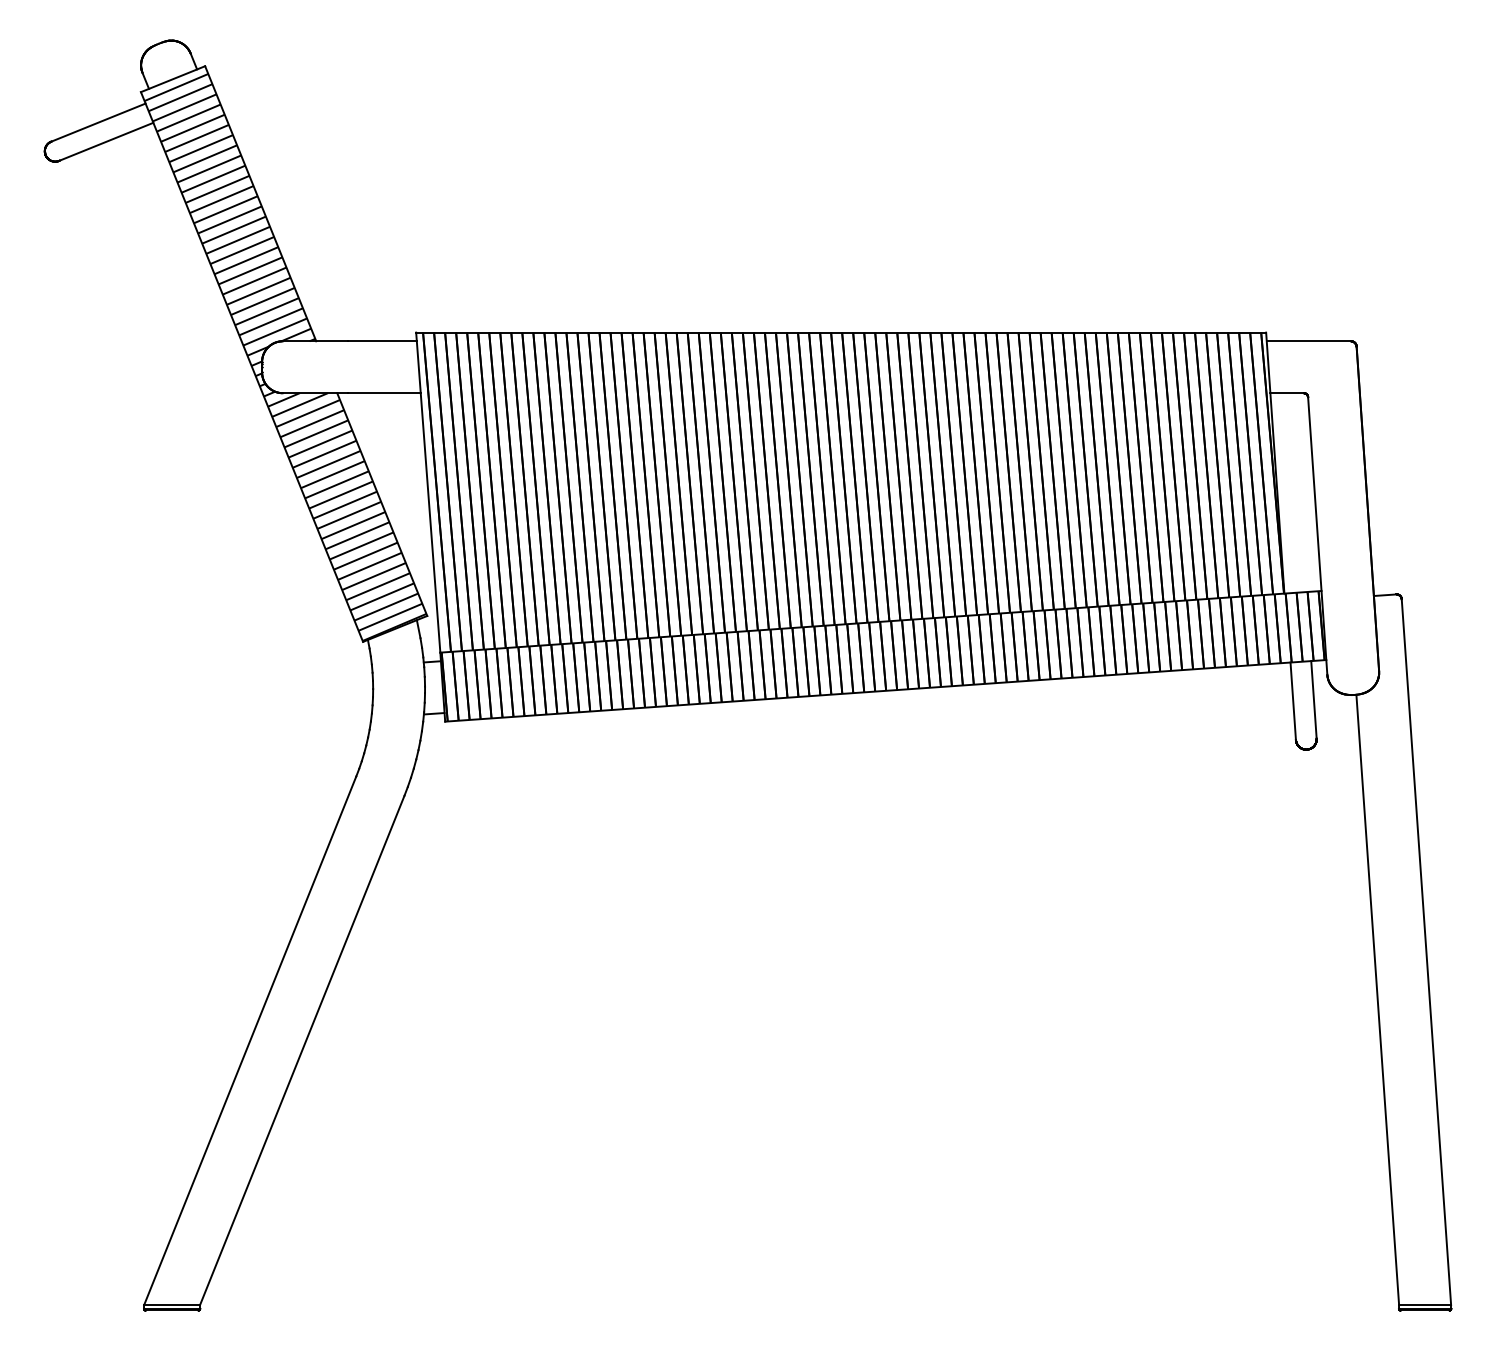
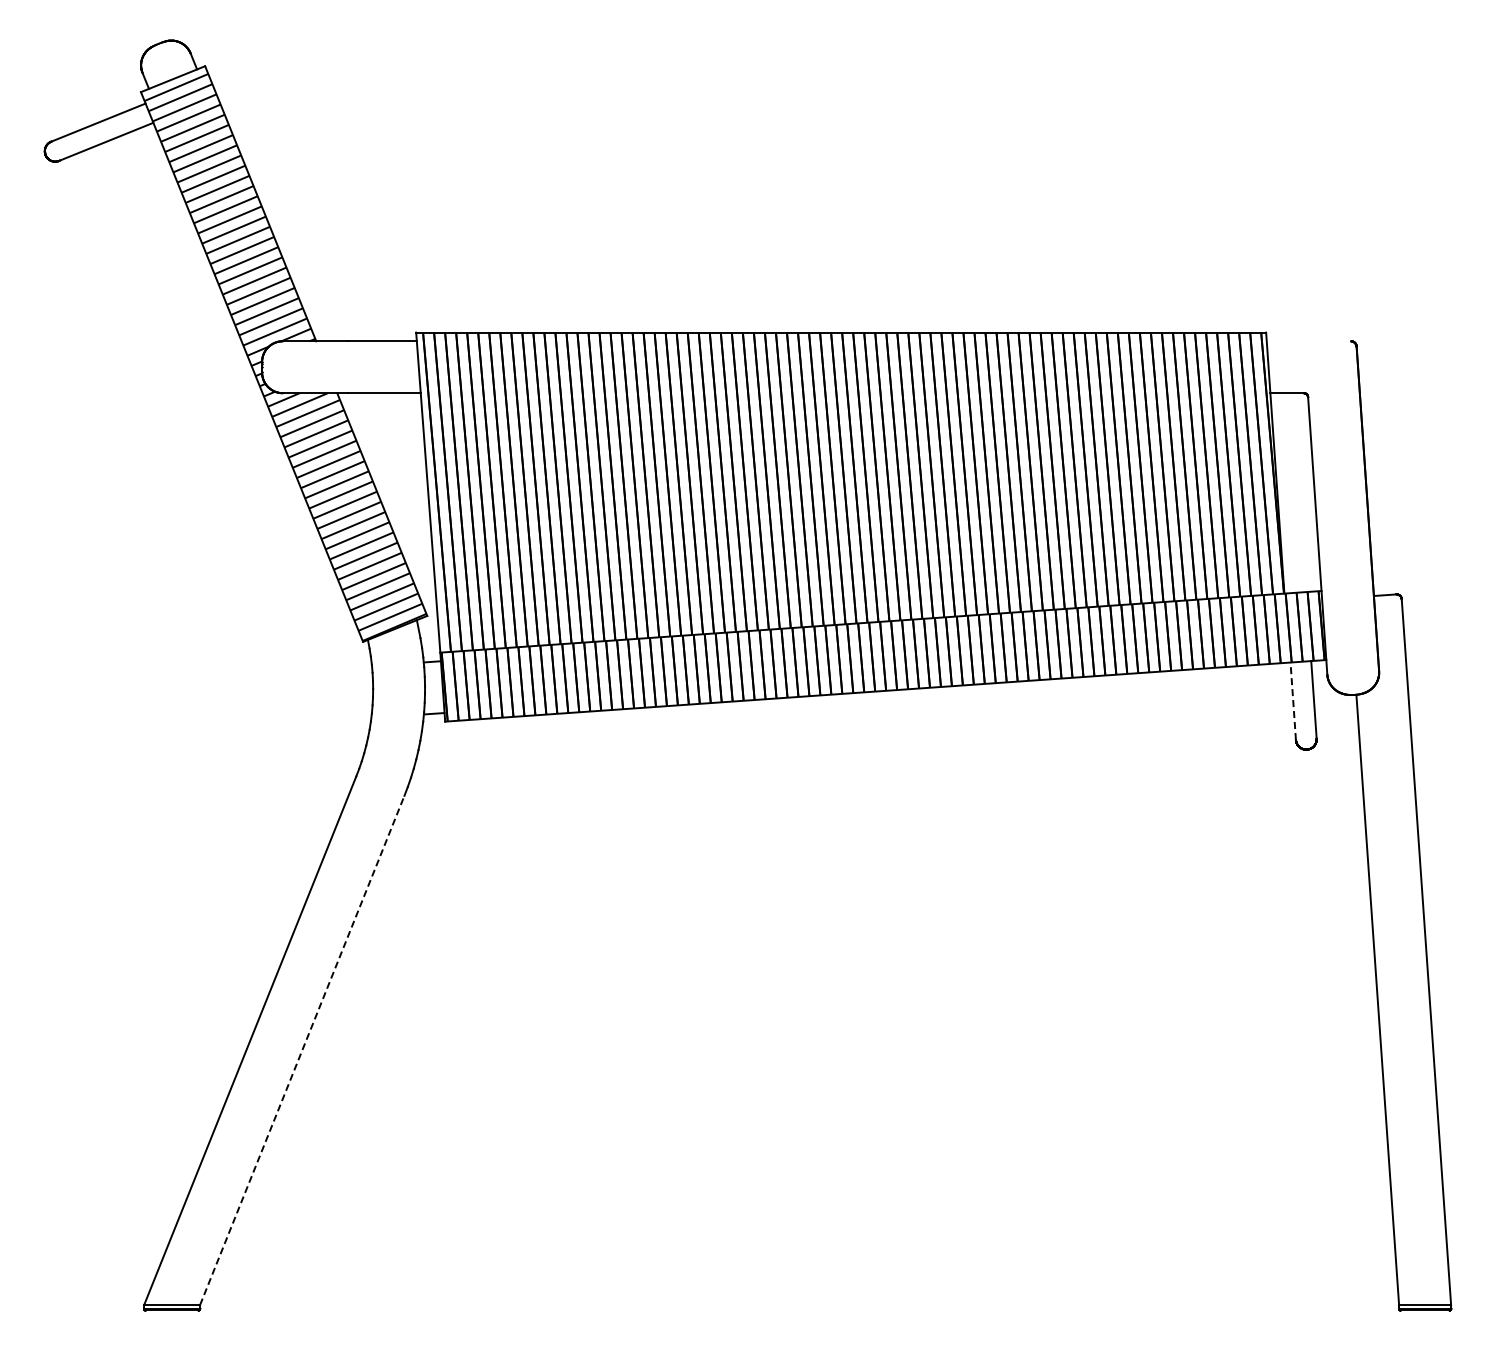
line at (1308, 341): present -> none
line at (1293, 701): solid -> dashed
line at (302, 1050): solid -> dashed
